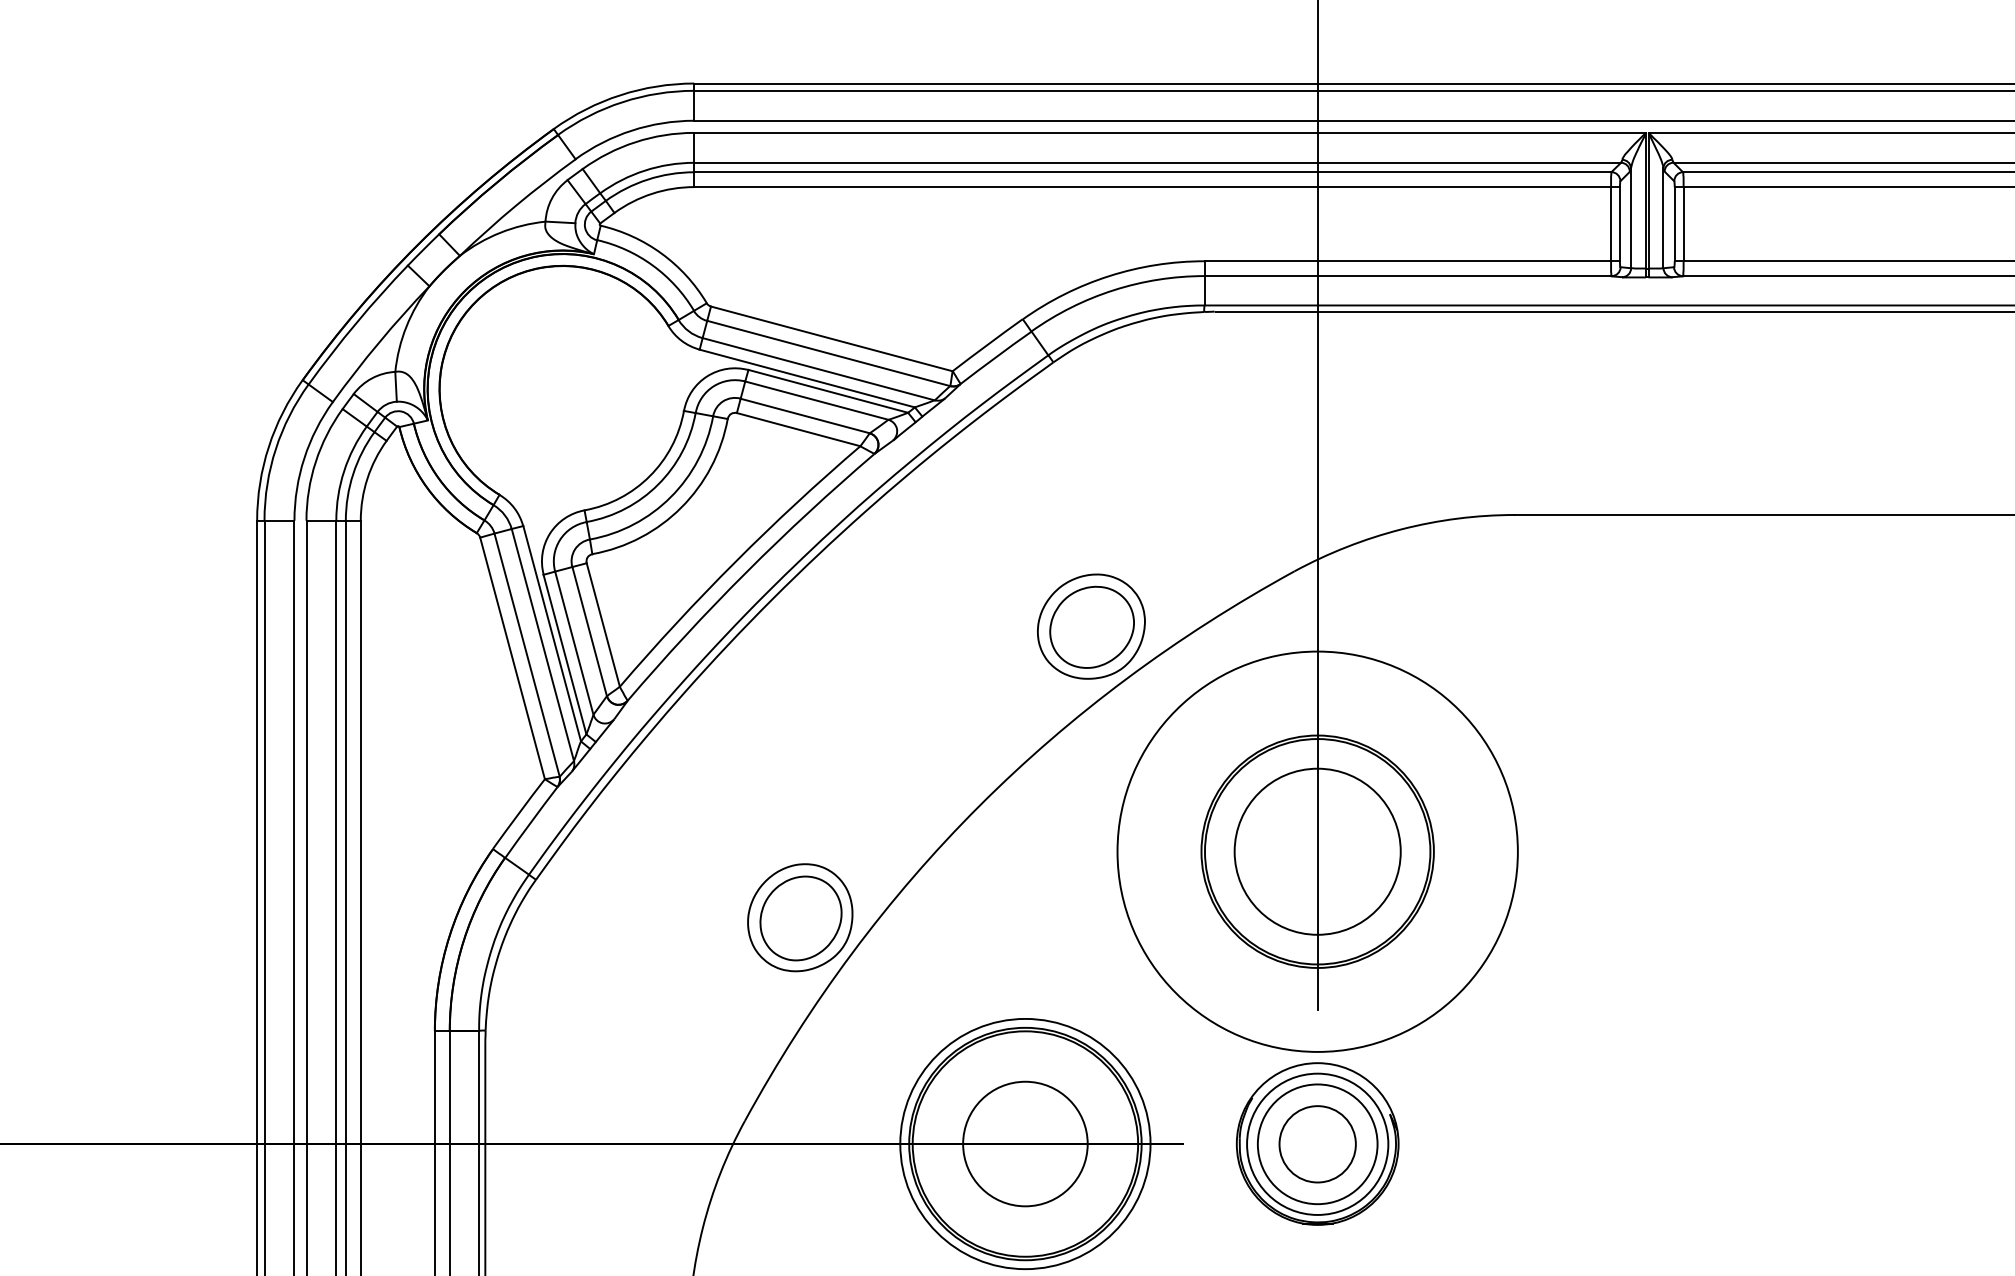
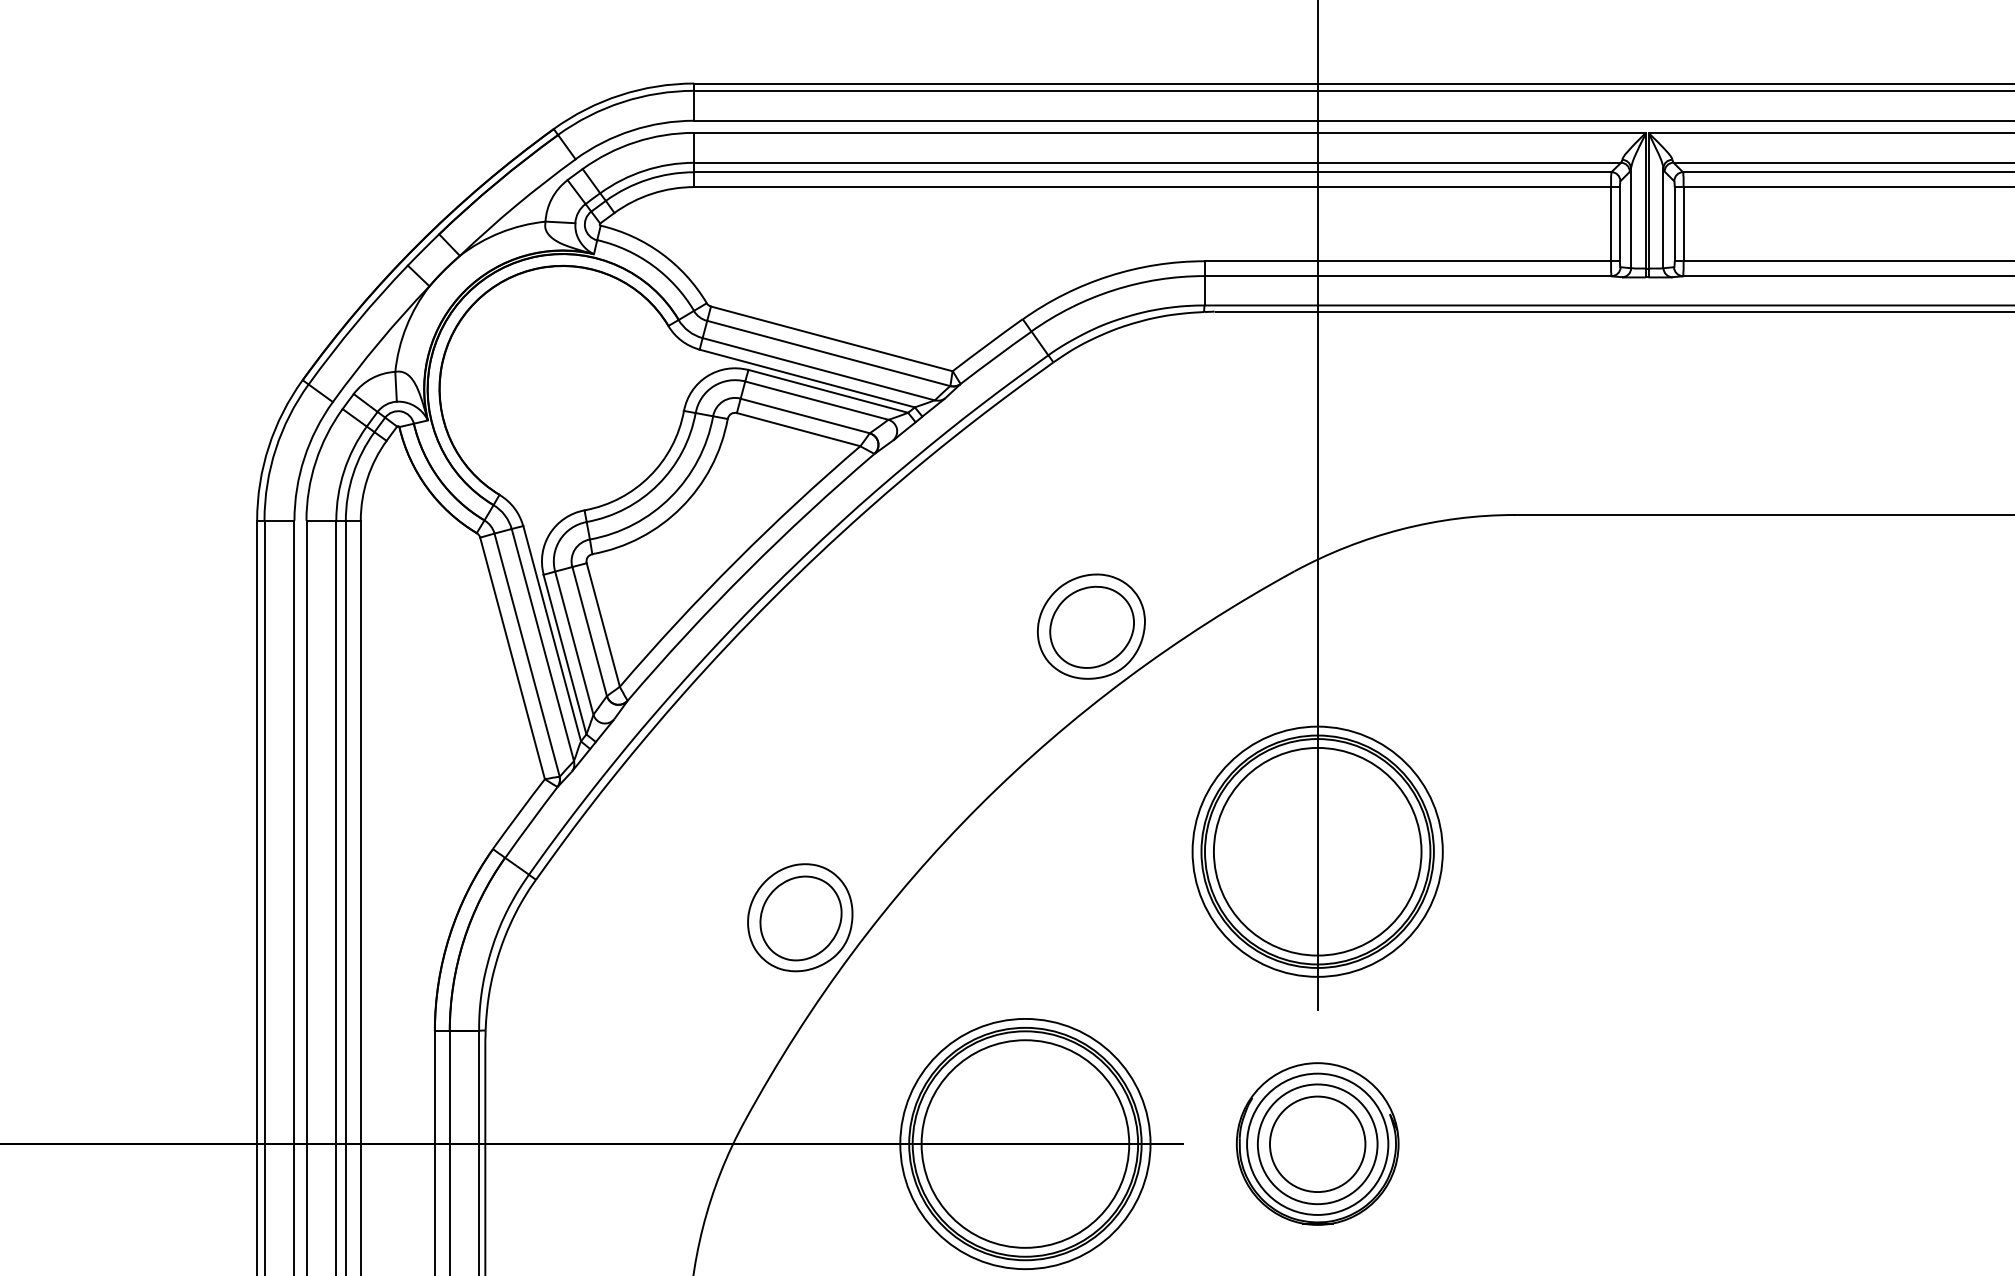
circle at (1317, 851) diameter: 166 px -> 208 px
circle at (1317, 851) diameter: 400 px -> 250 px
circle at (1025, 1143) diameter: 125 px -> 208 px
circle at (1317, 1144) diameter: 76 px -> 95 px
